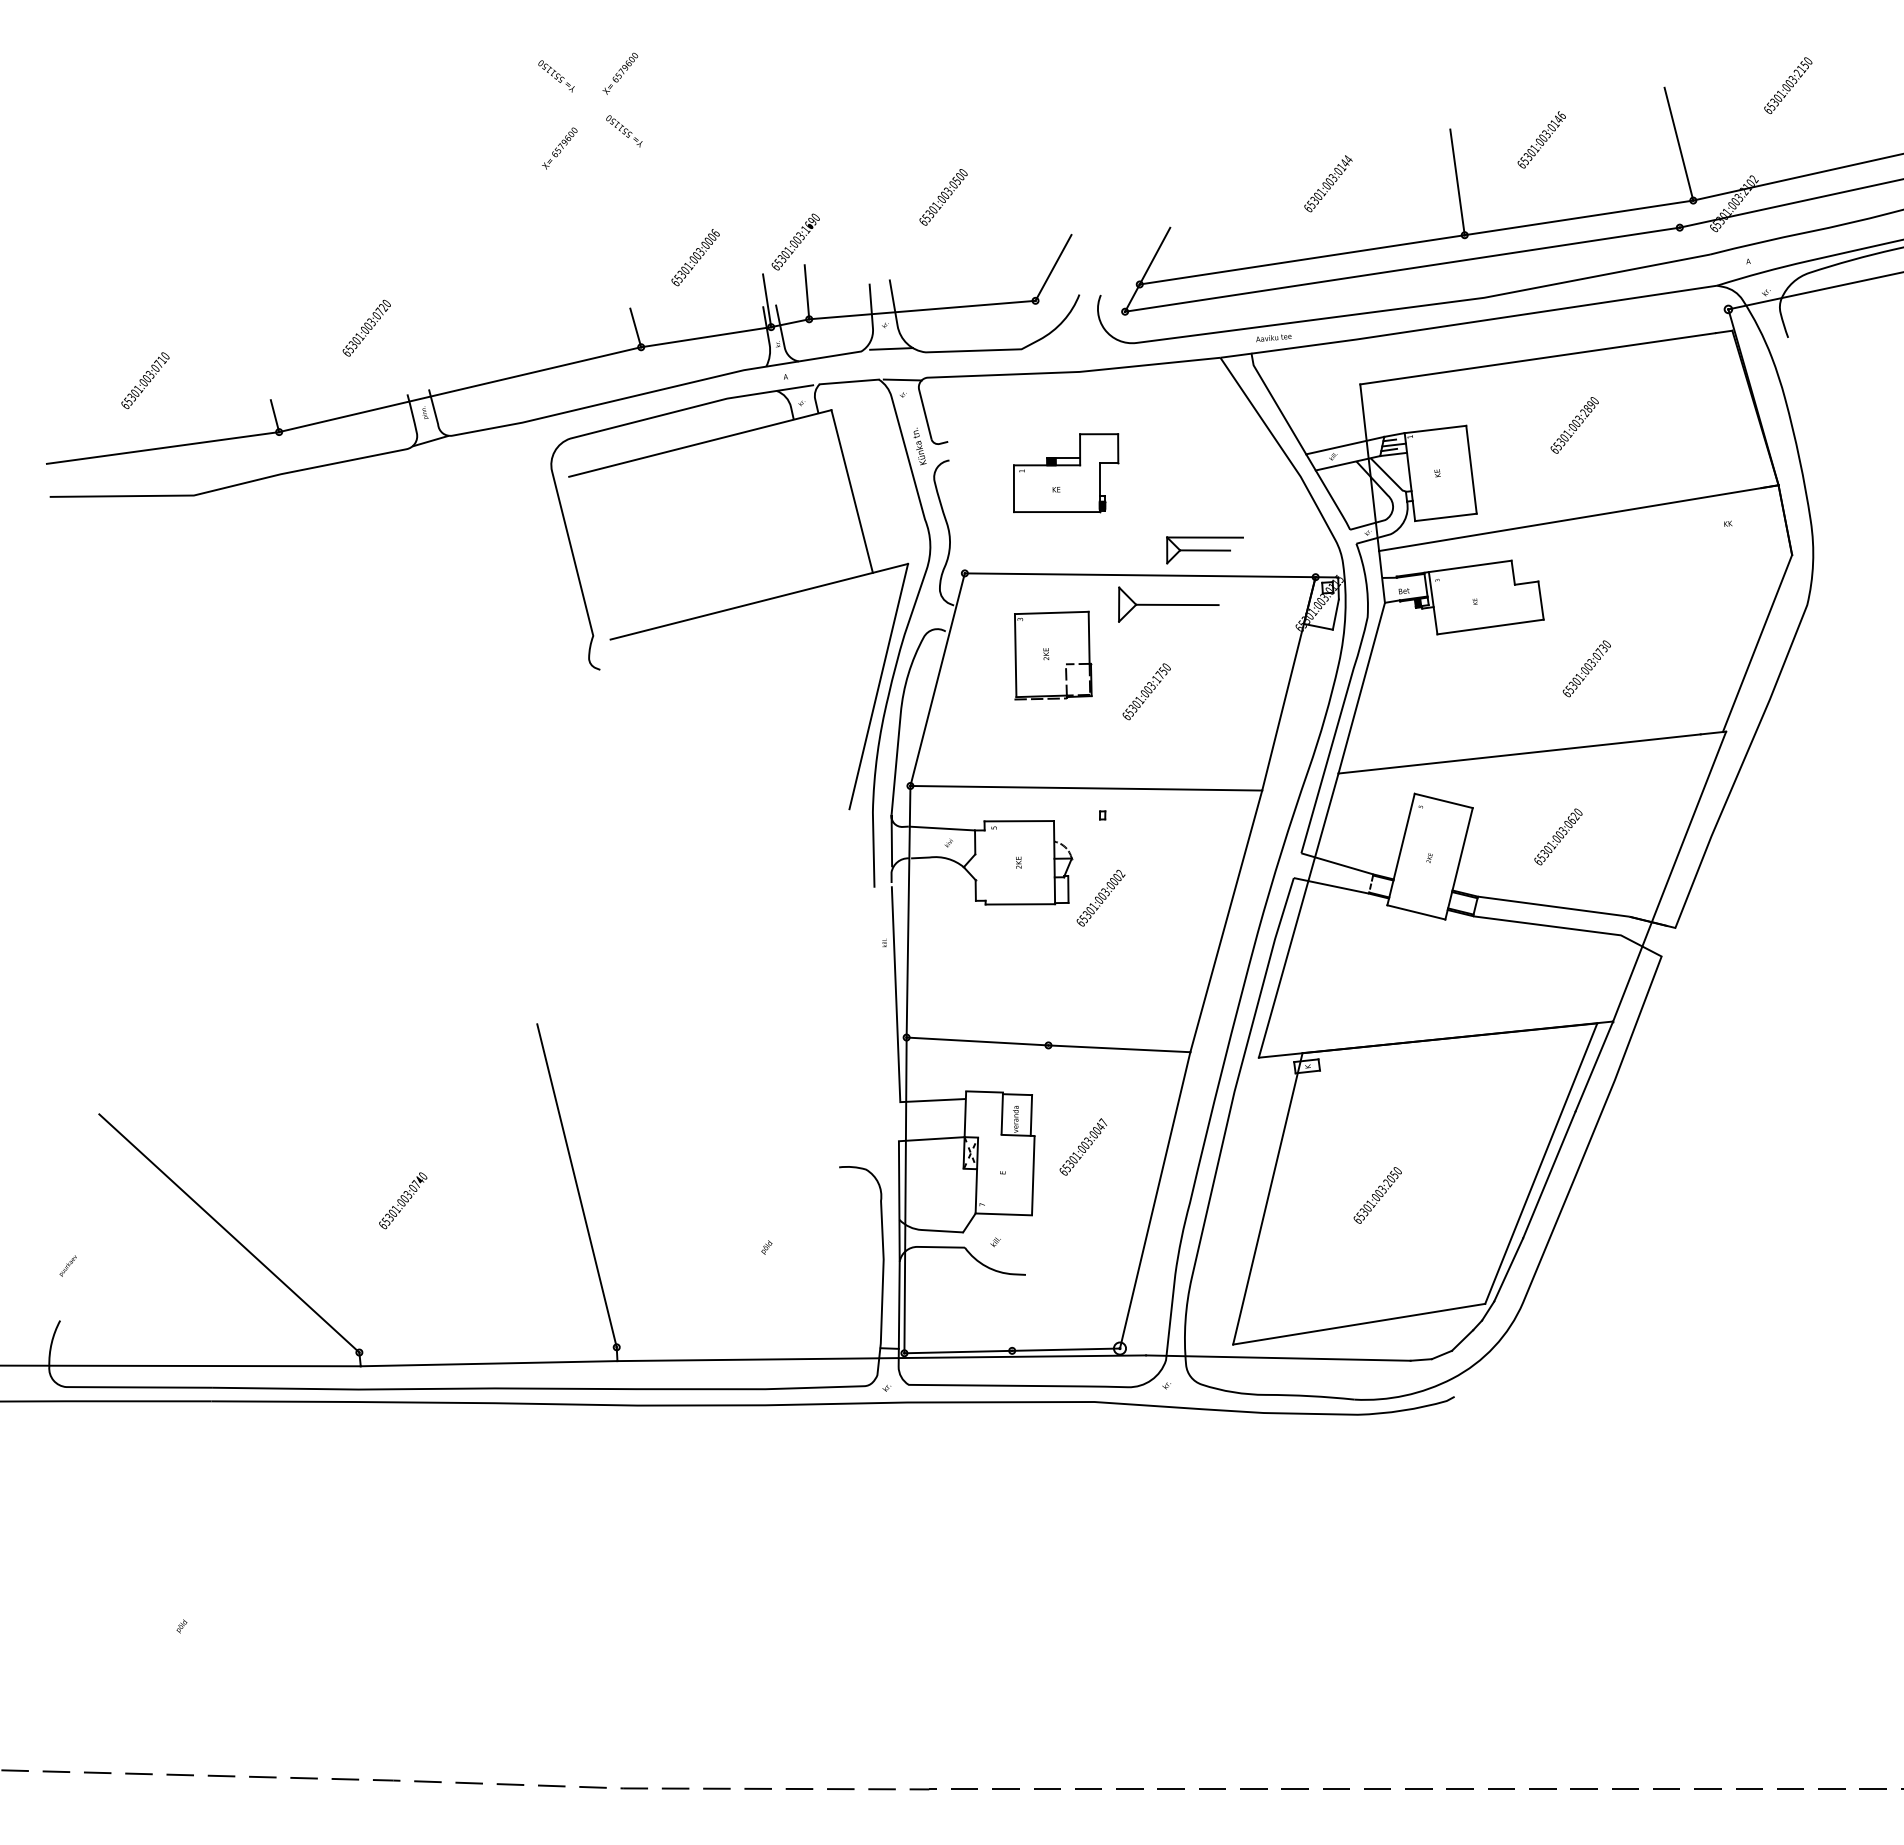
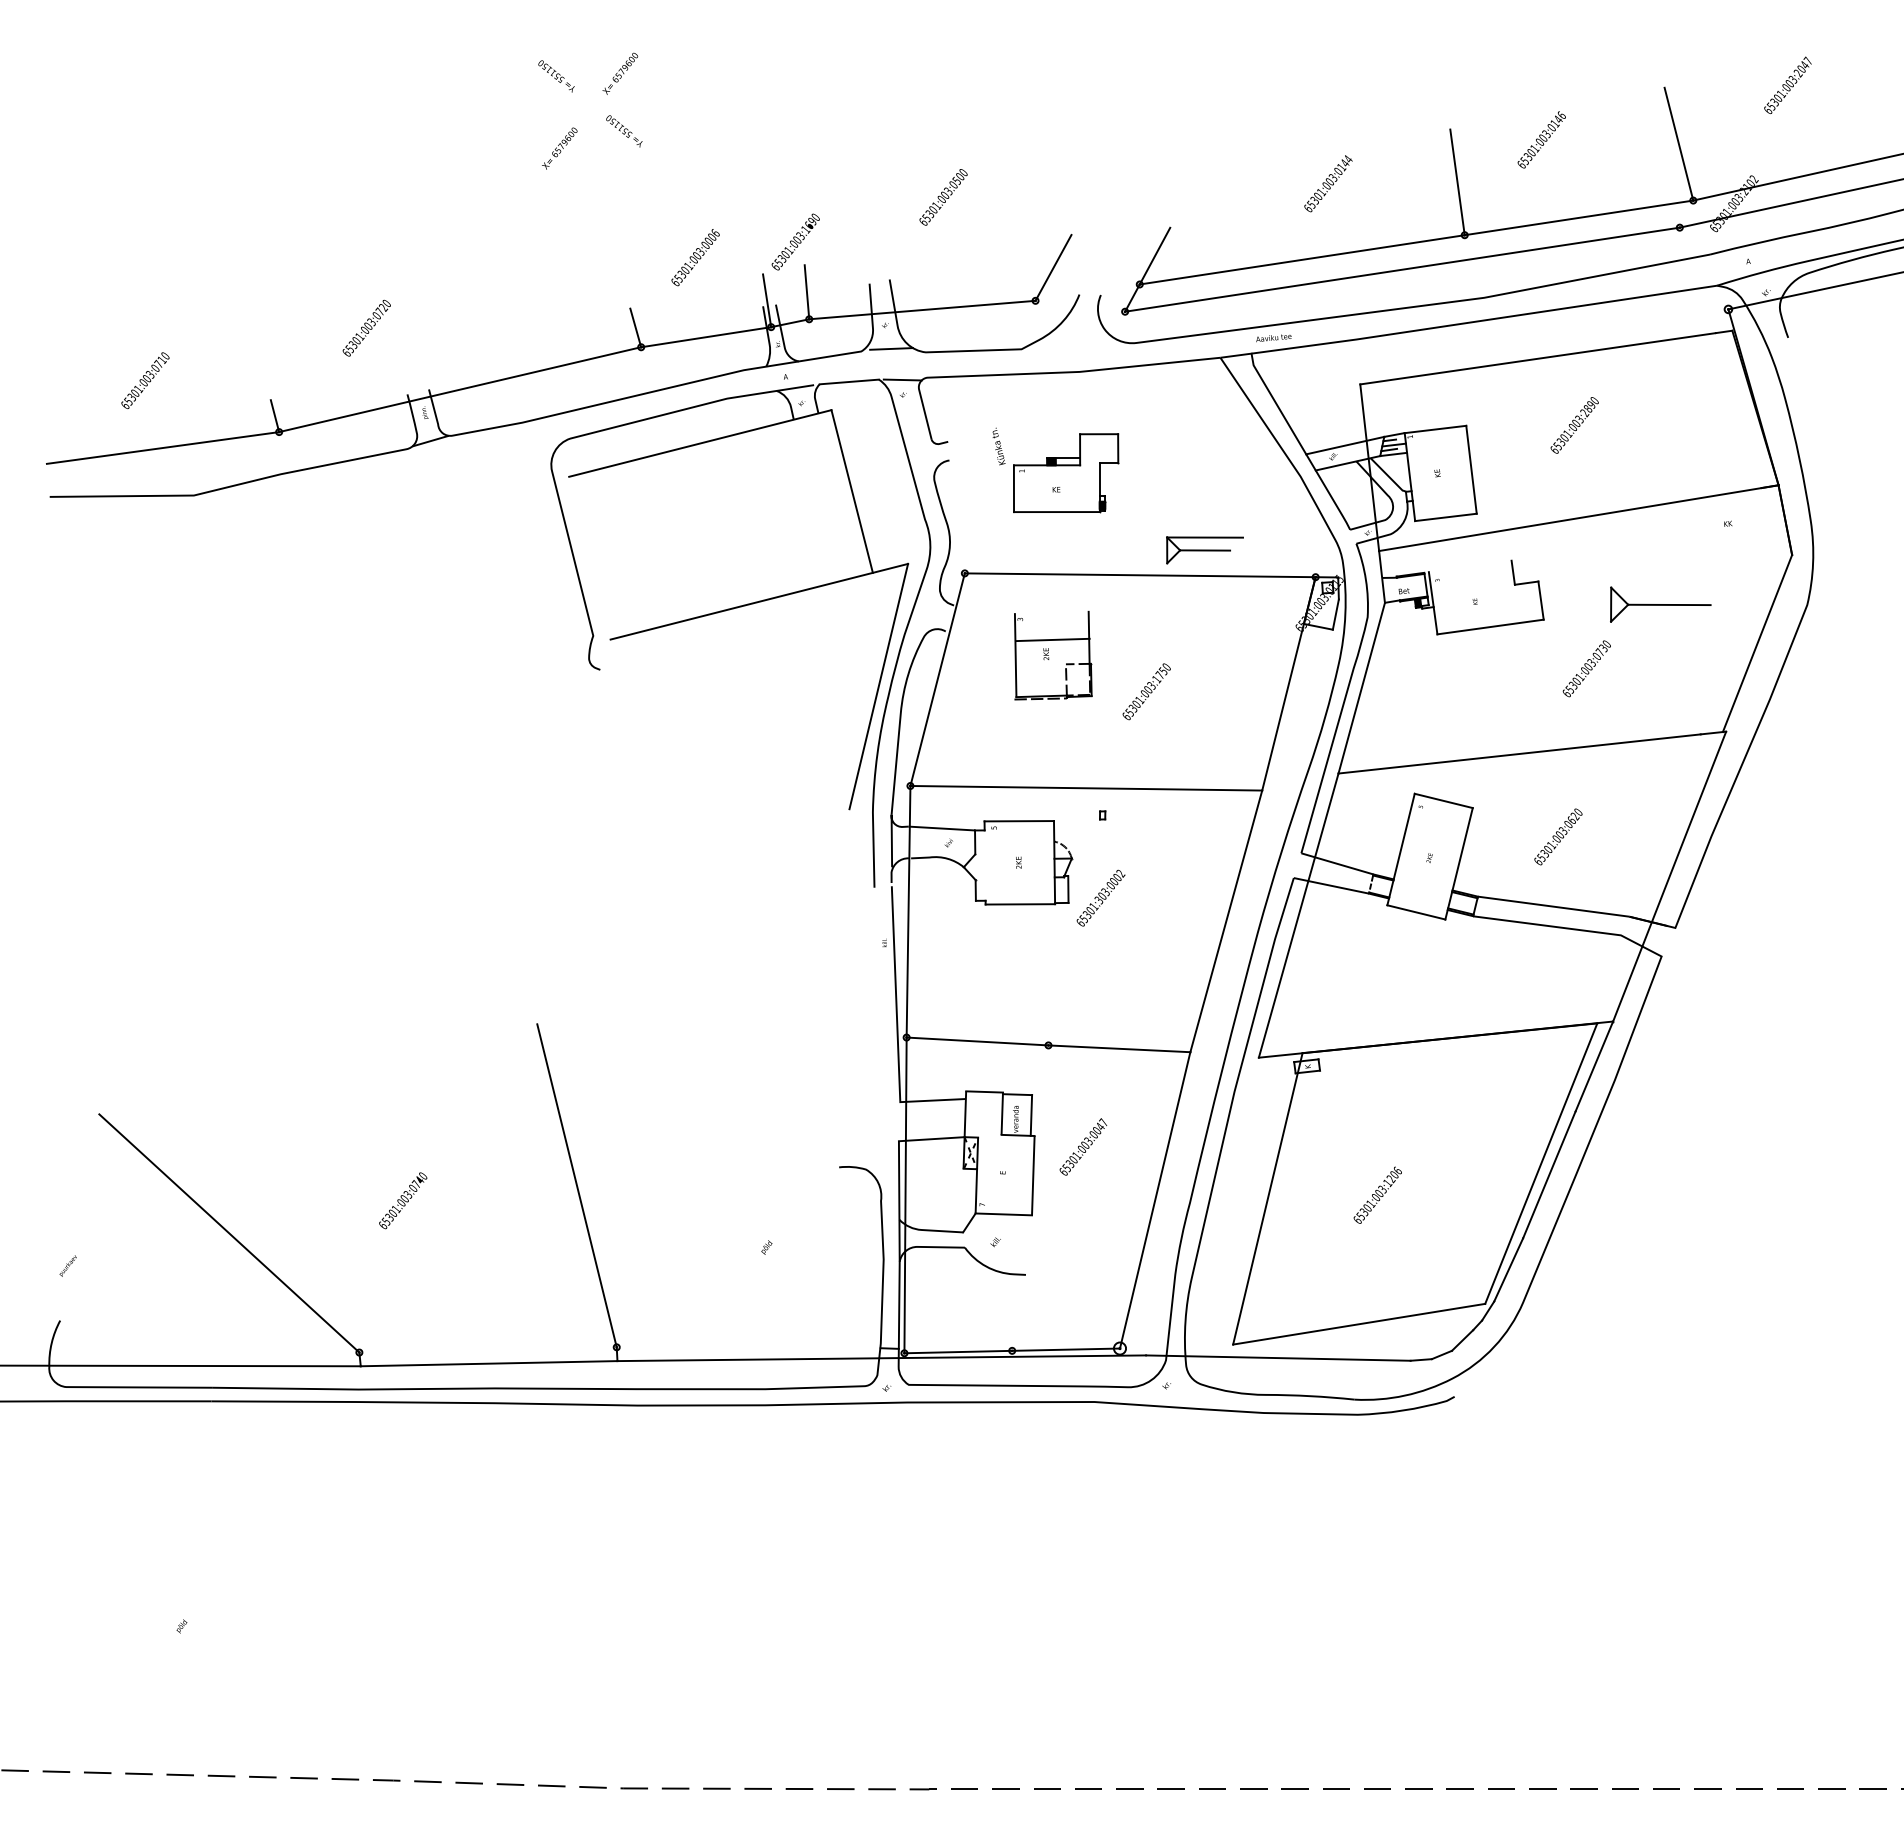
text at (1804, 64): 65301:003:2150 -> 65301:003:2047
text at (919, 446) position: (919, 446) -> (998, 446)
line at (1467, 566): present -> none
part at (1168, 604) position: (1168, 604) -> (1660, 604)
line at (1051, 612) position: (1051, 612) -> (1052, 639)
text at (1098, 900): 65301:003:0002 -> 65301:303:0002
text at (1392, 1176): 65301:003:2050 -> 65301:003:1206
